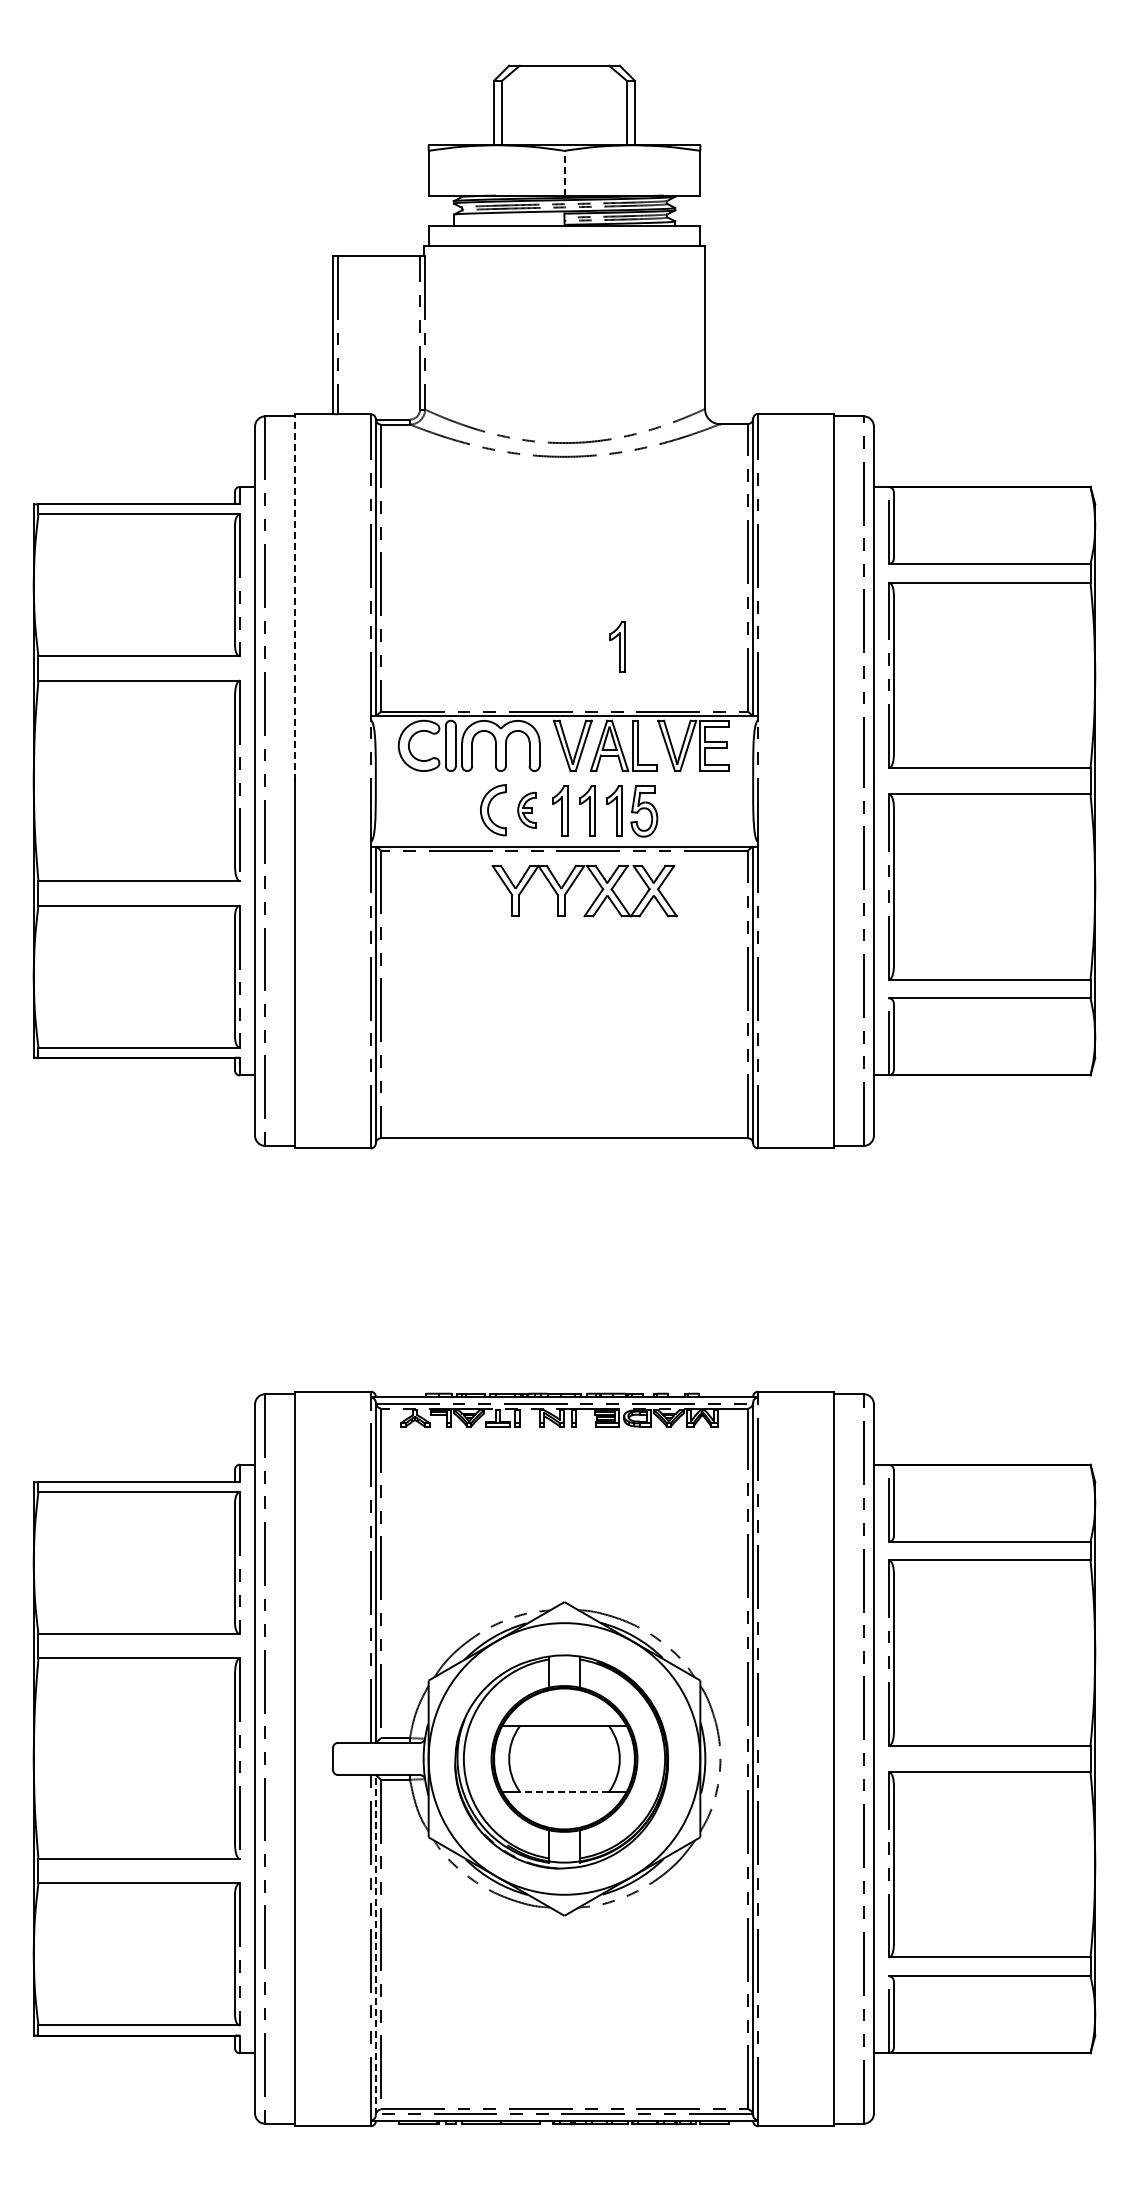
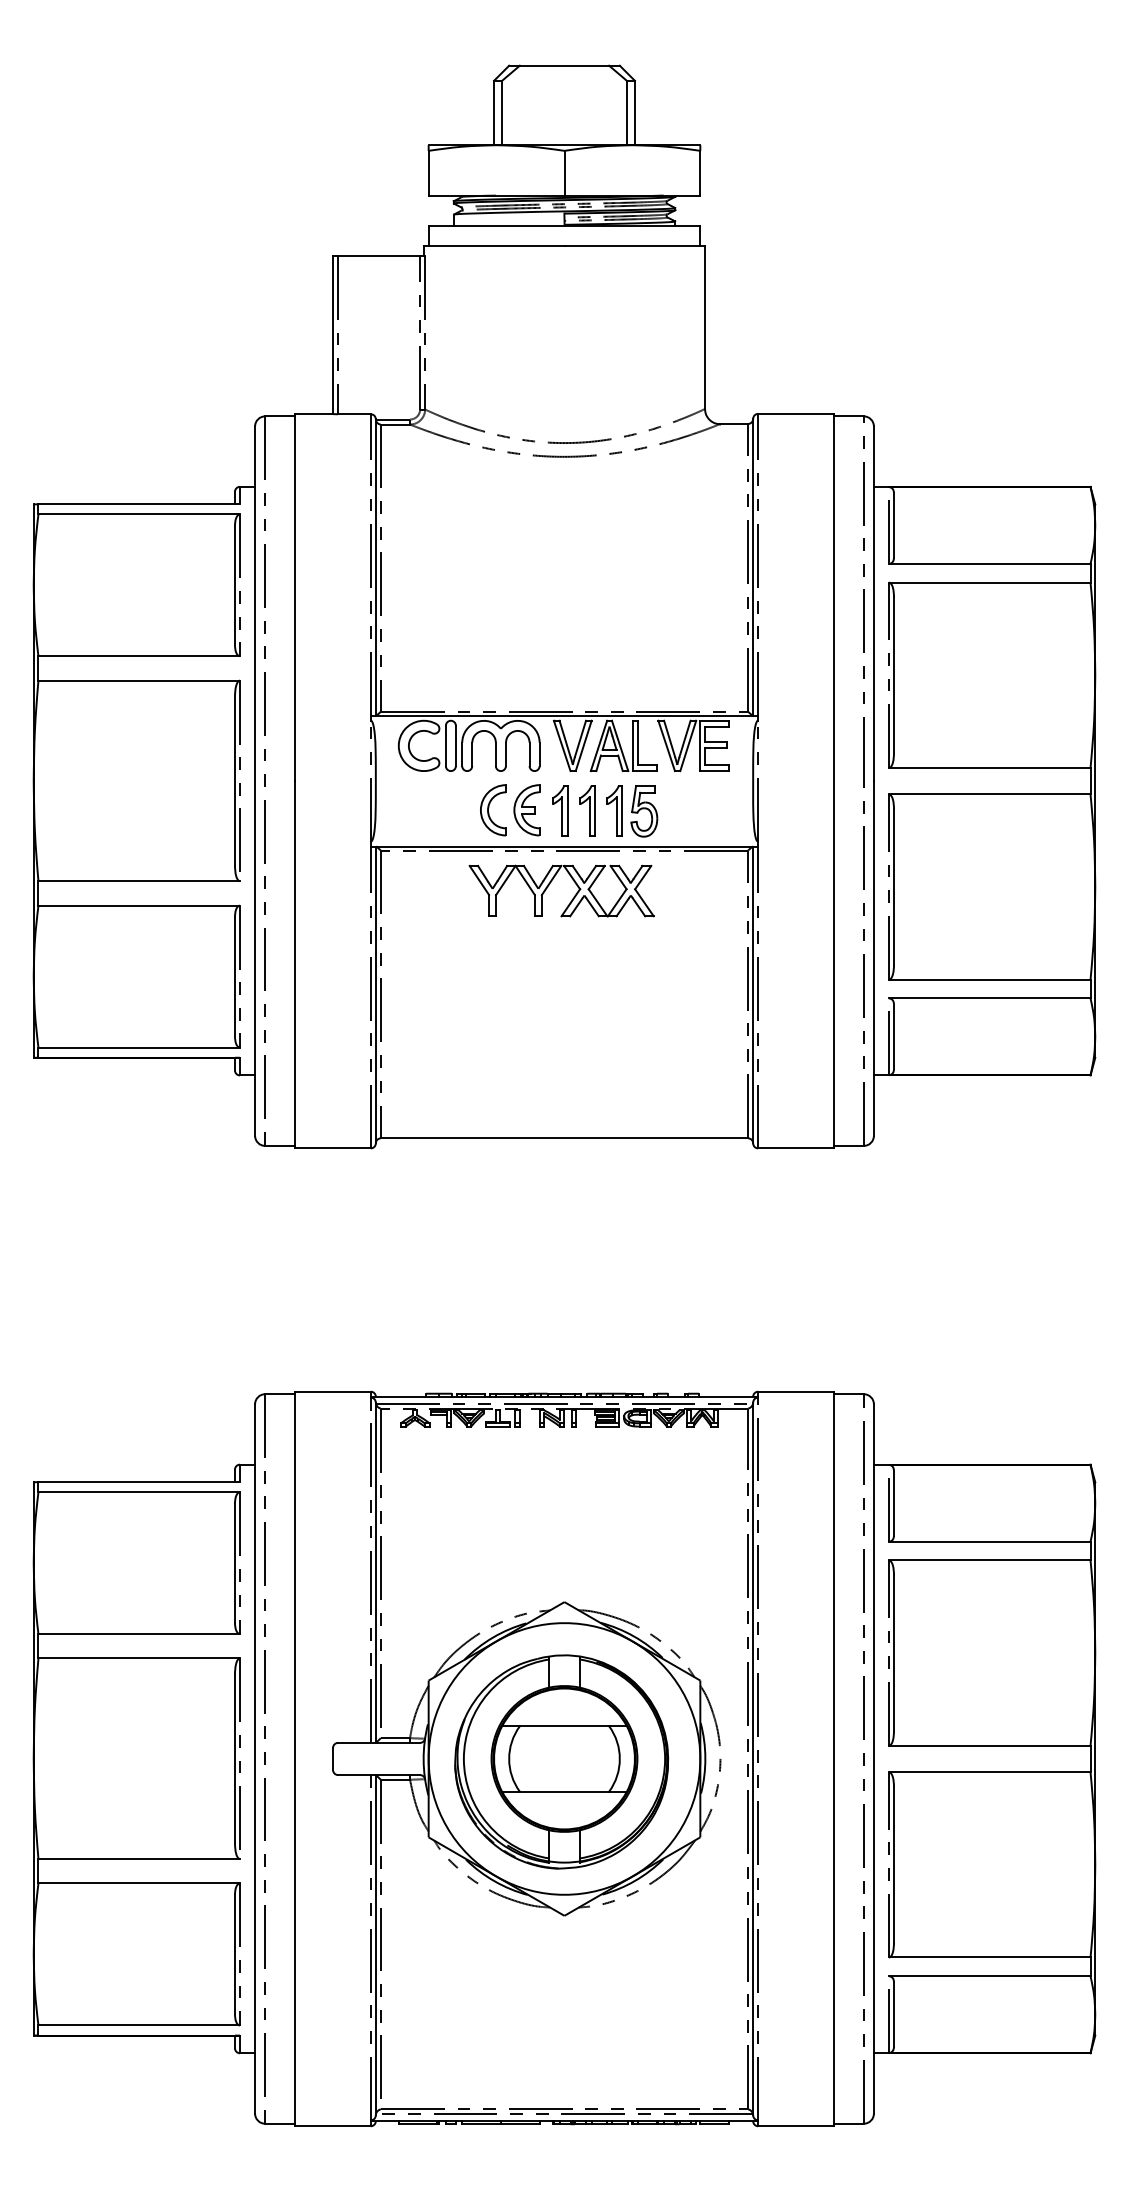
line at (564, 172): dashed -> solid
line at (295, 597): dashed -> solid
part at (617, 646): present -> none
part at (526, 809) size: 20x38 px -> 28x53 px
part at (573, 884) position: (573, 884) -> (550, 884)
line at (564, 1791): dashed -> solid
line at (375, 1944): dashed -> solid
